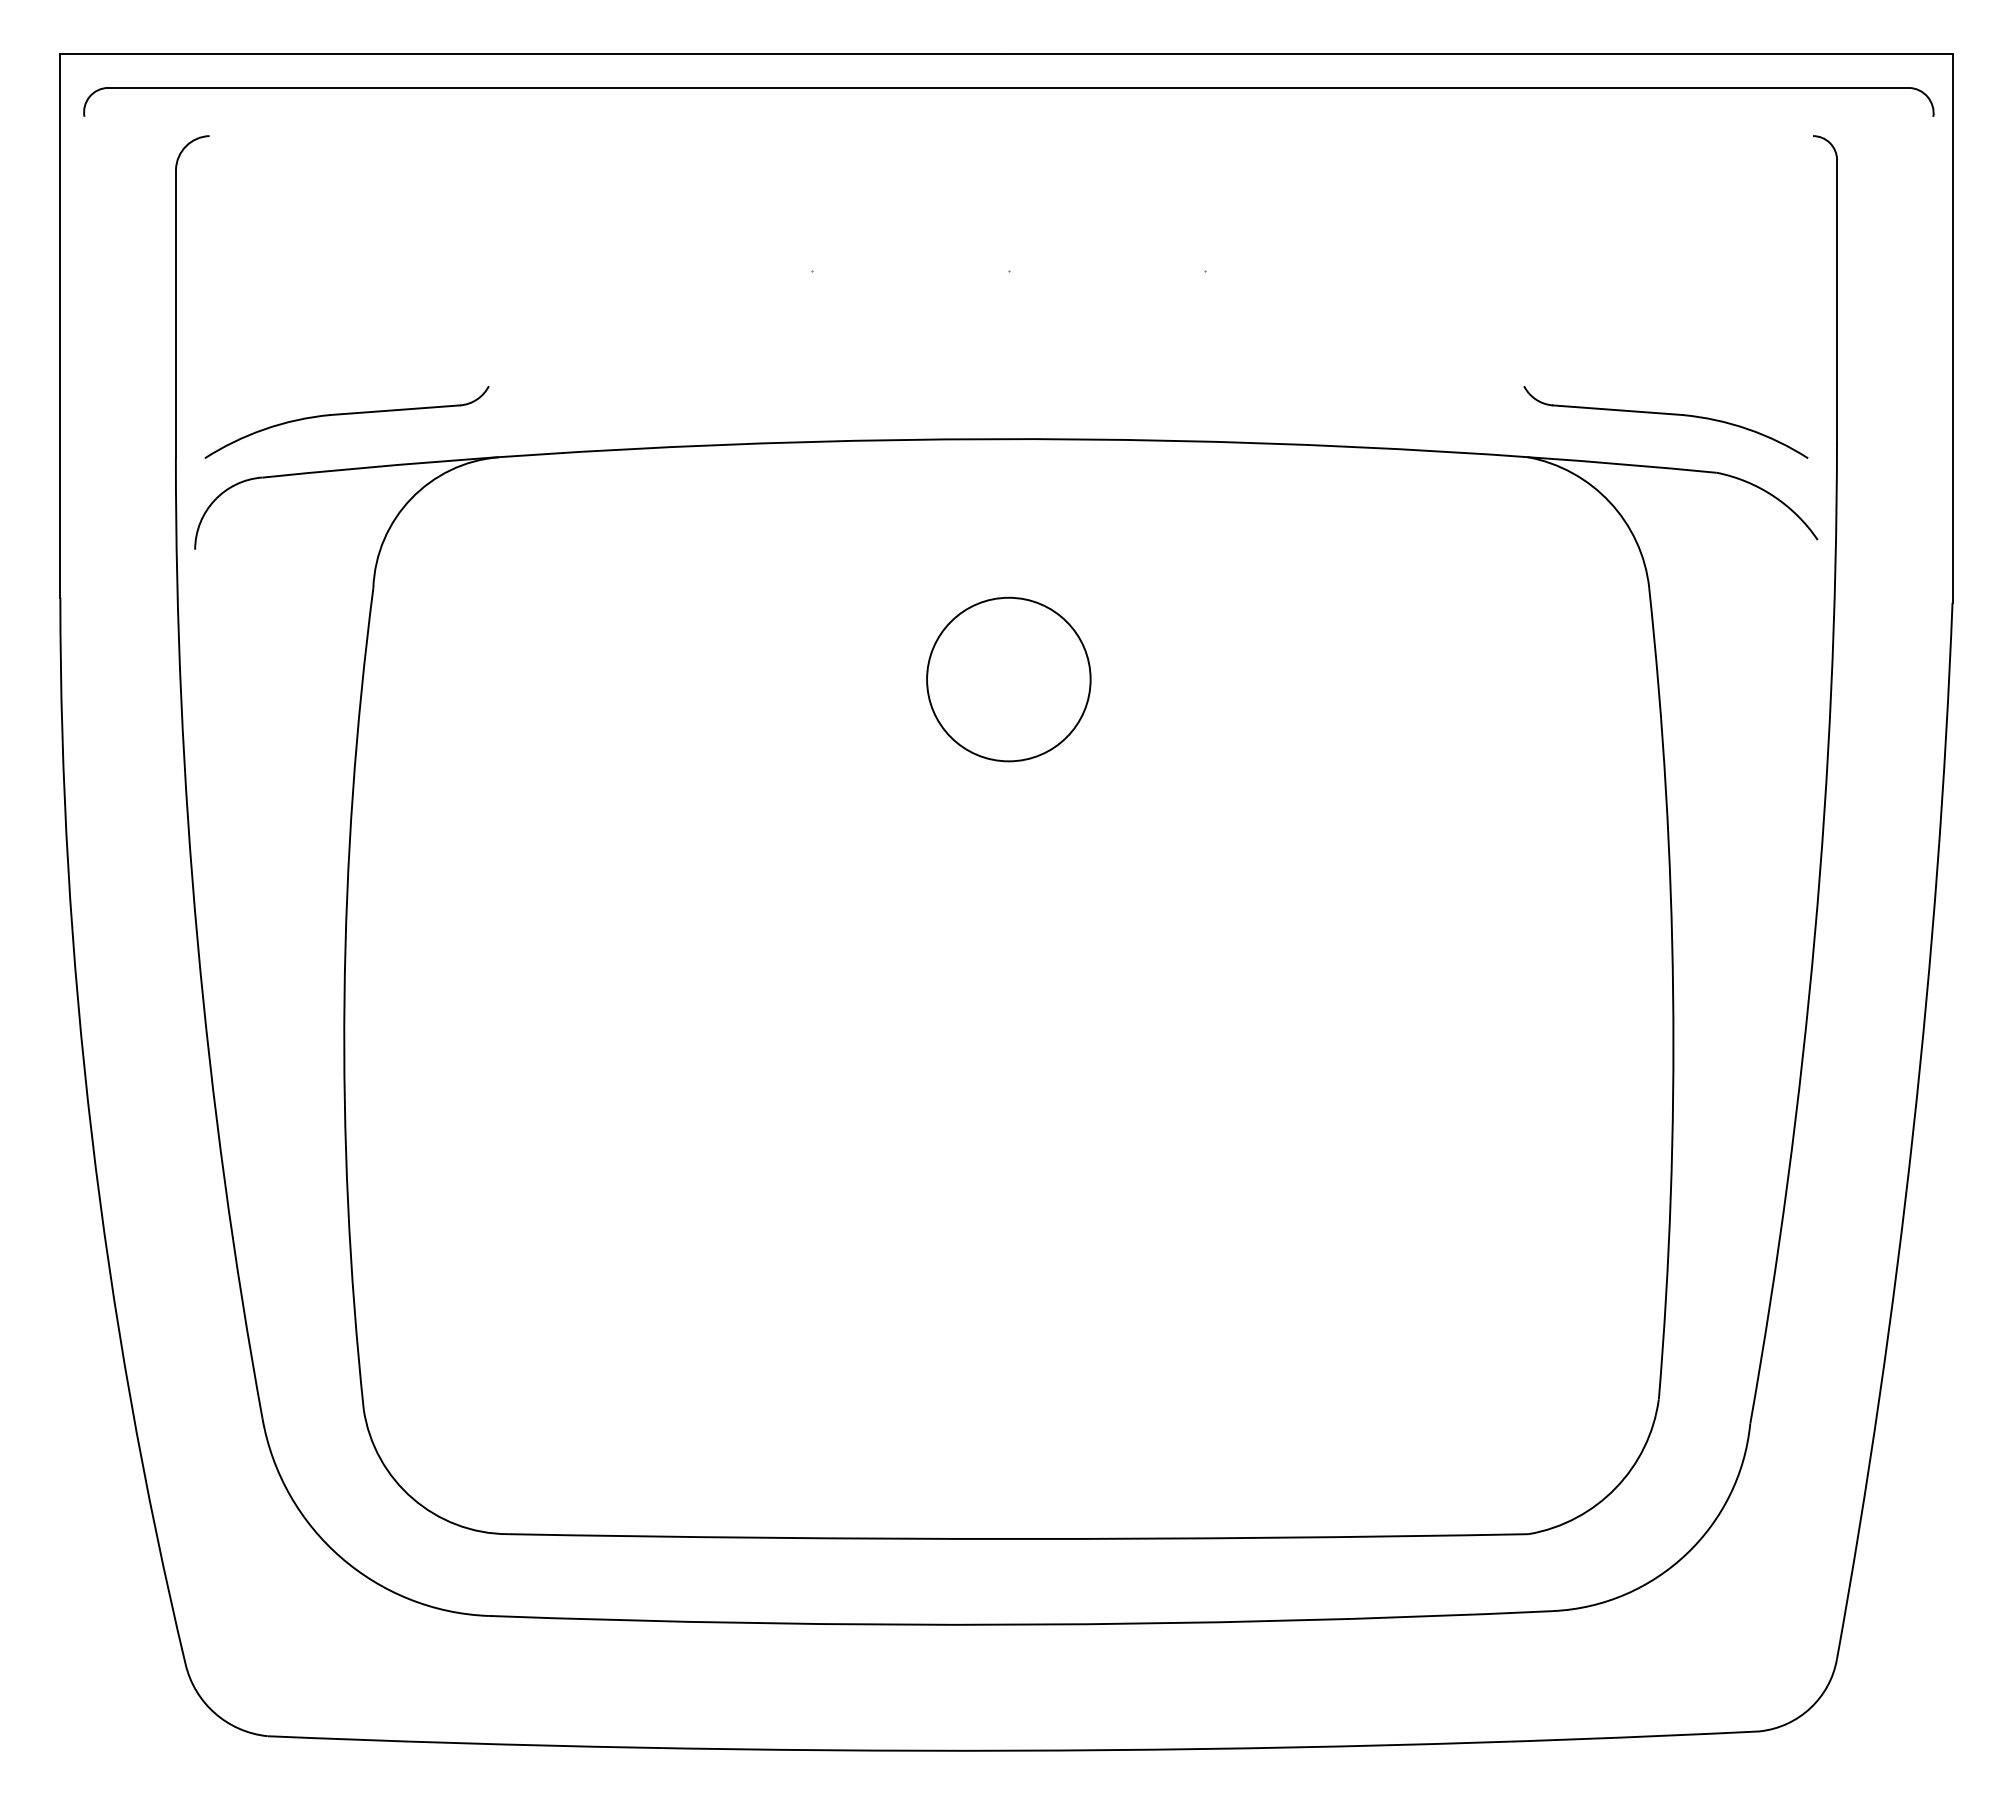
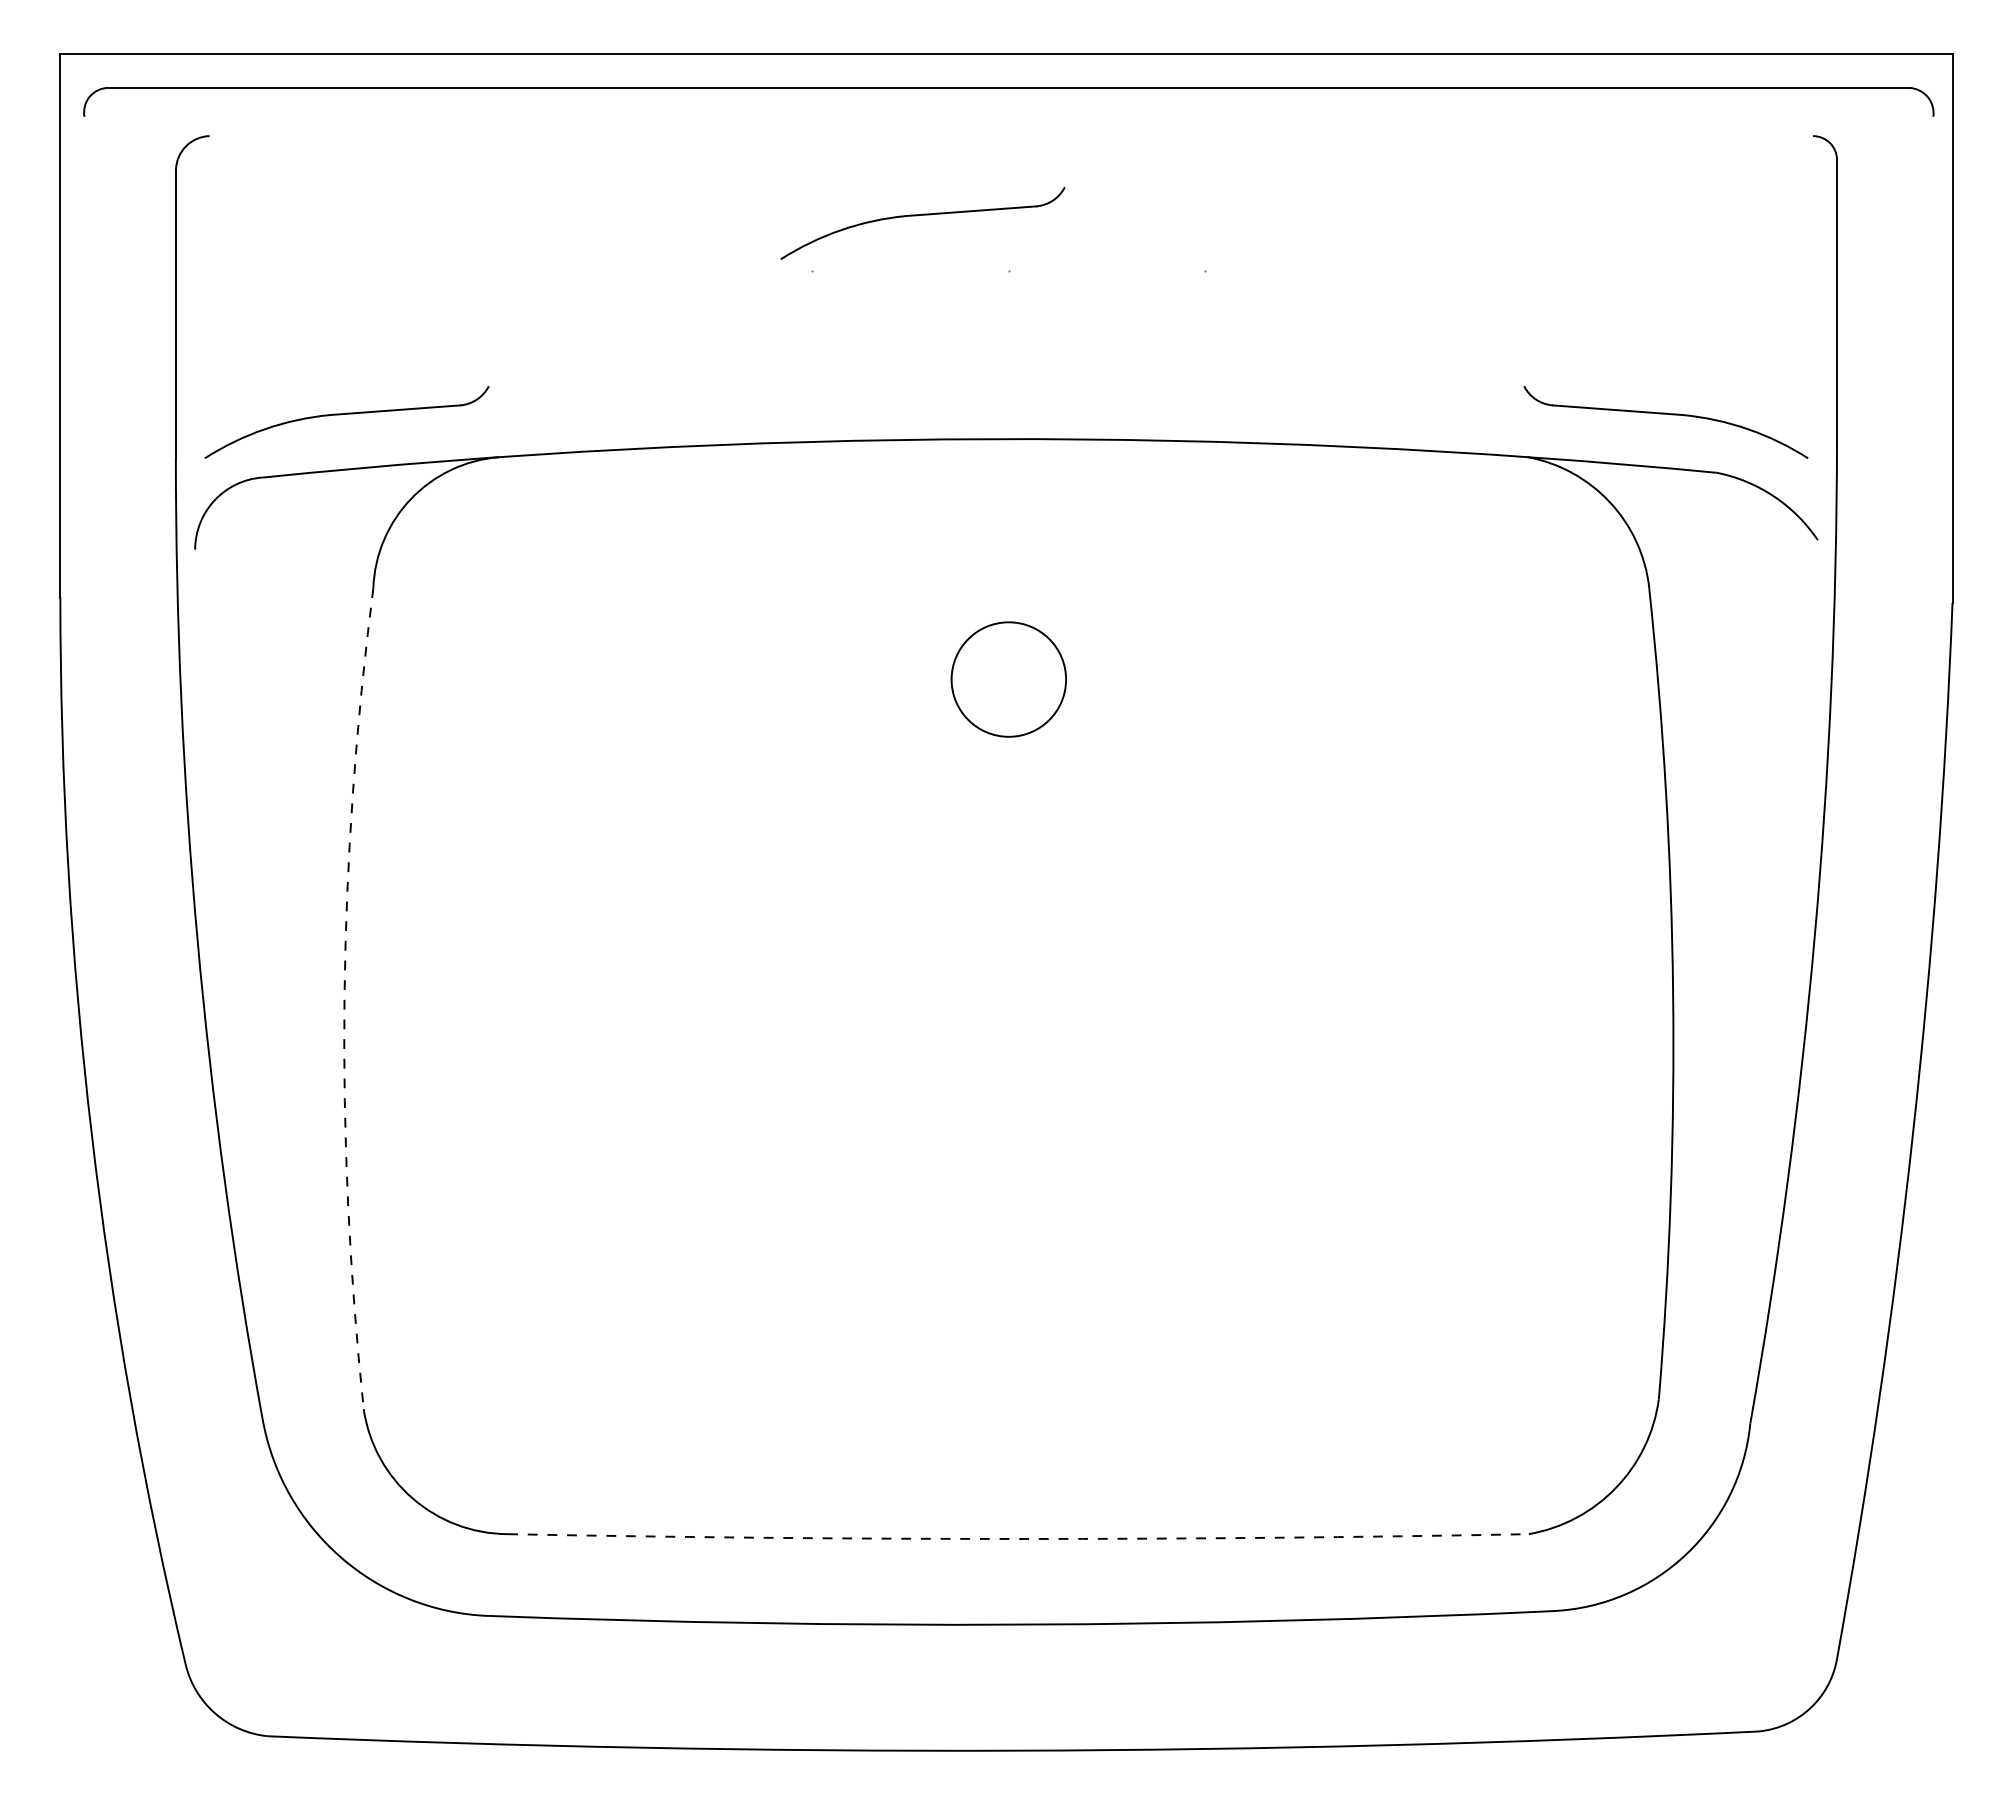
part at (922, 215): none -> present
circle at (1008, 679) diameter: 164 px -> 114 px
arc at (344, 998): solid -> dashed
arc at (1018, 1538): solid -> dashed
